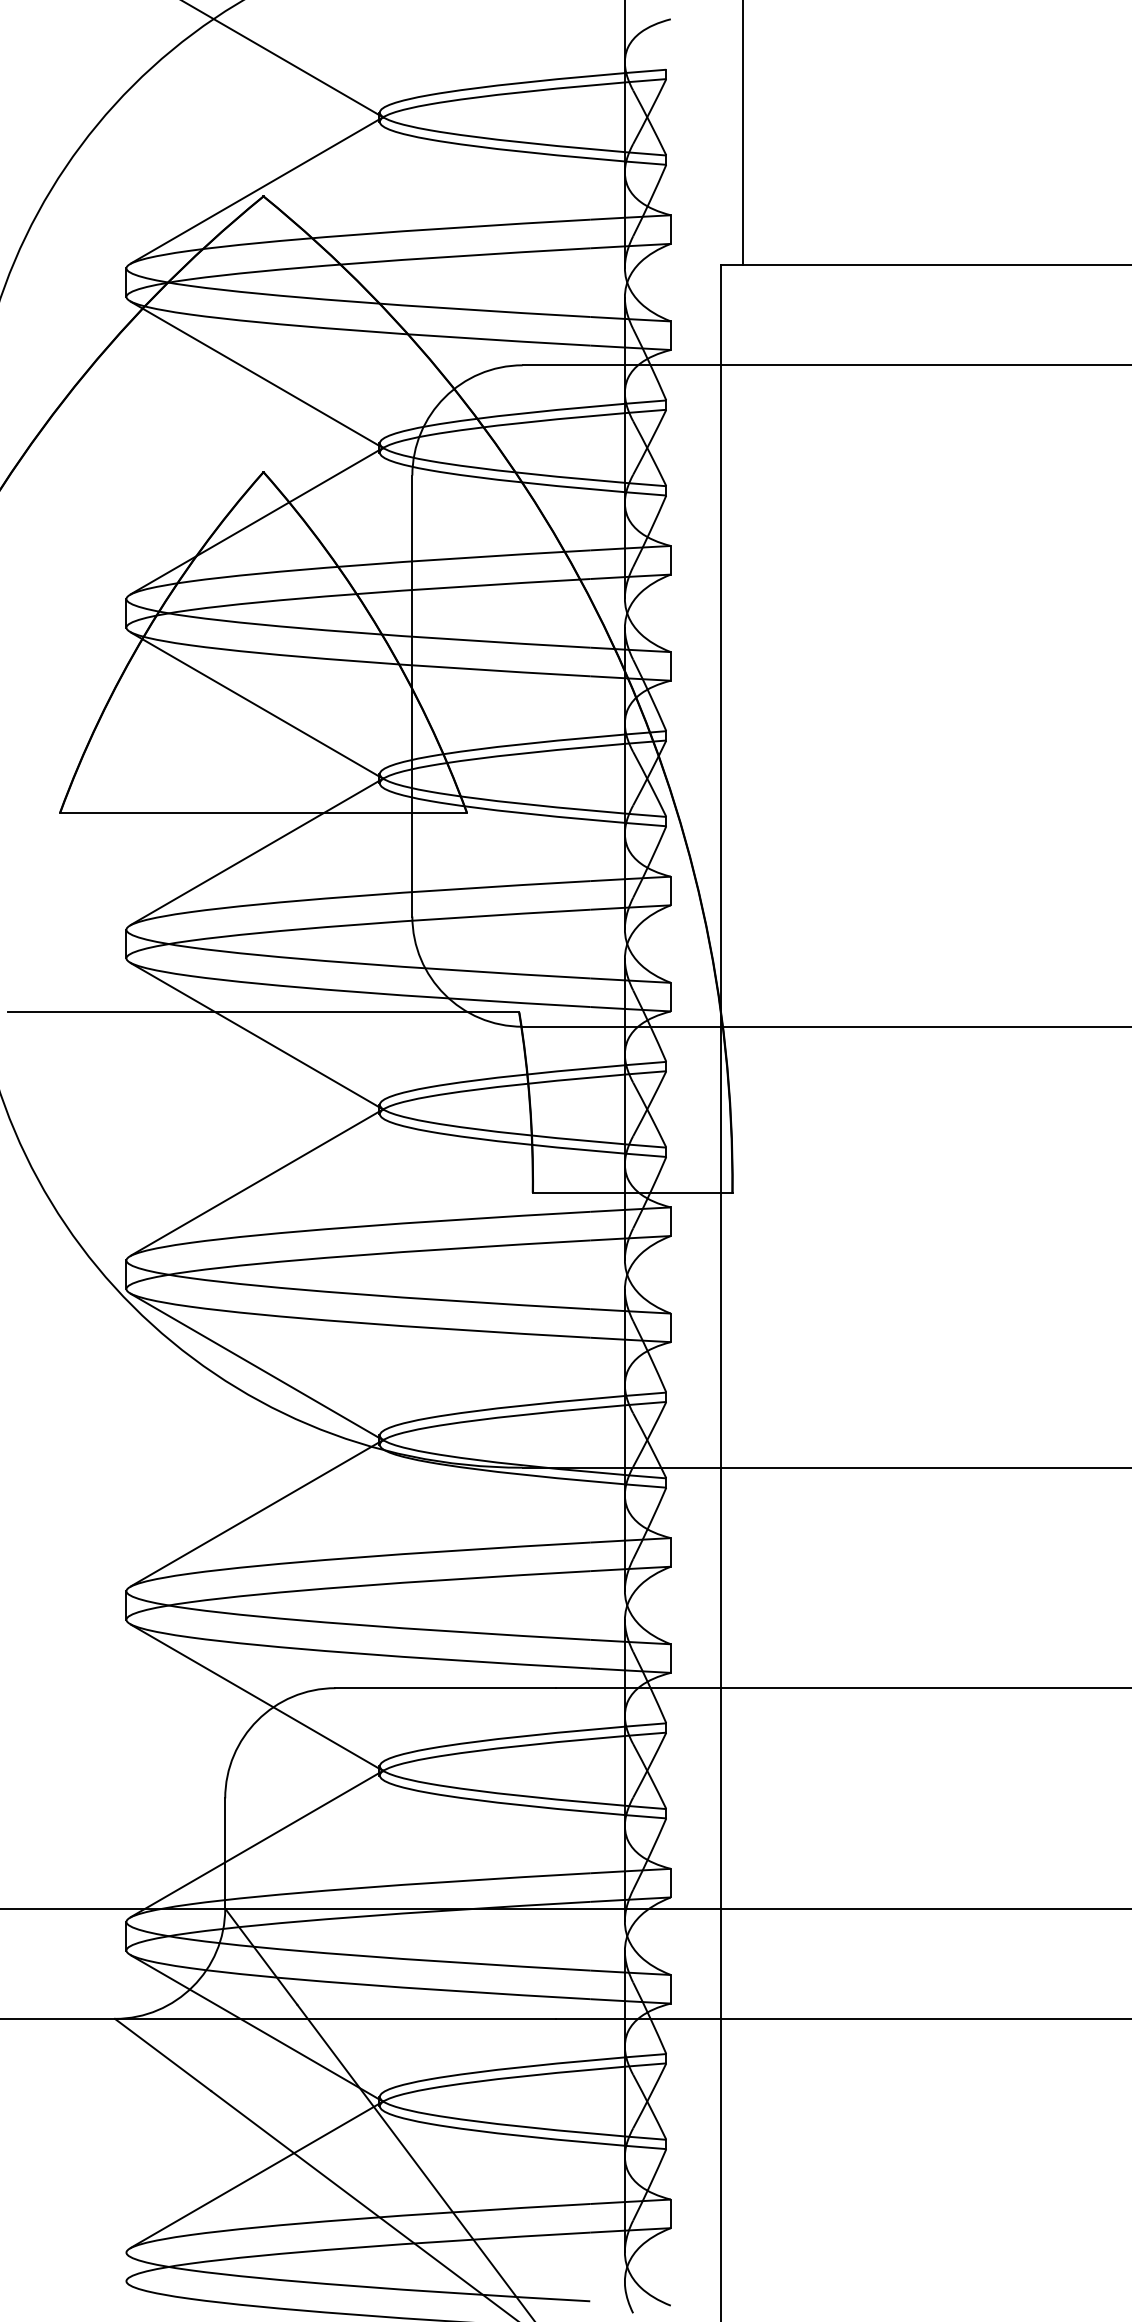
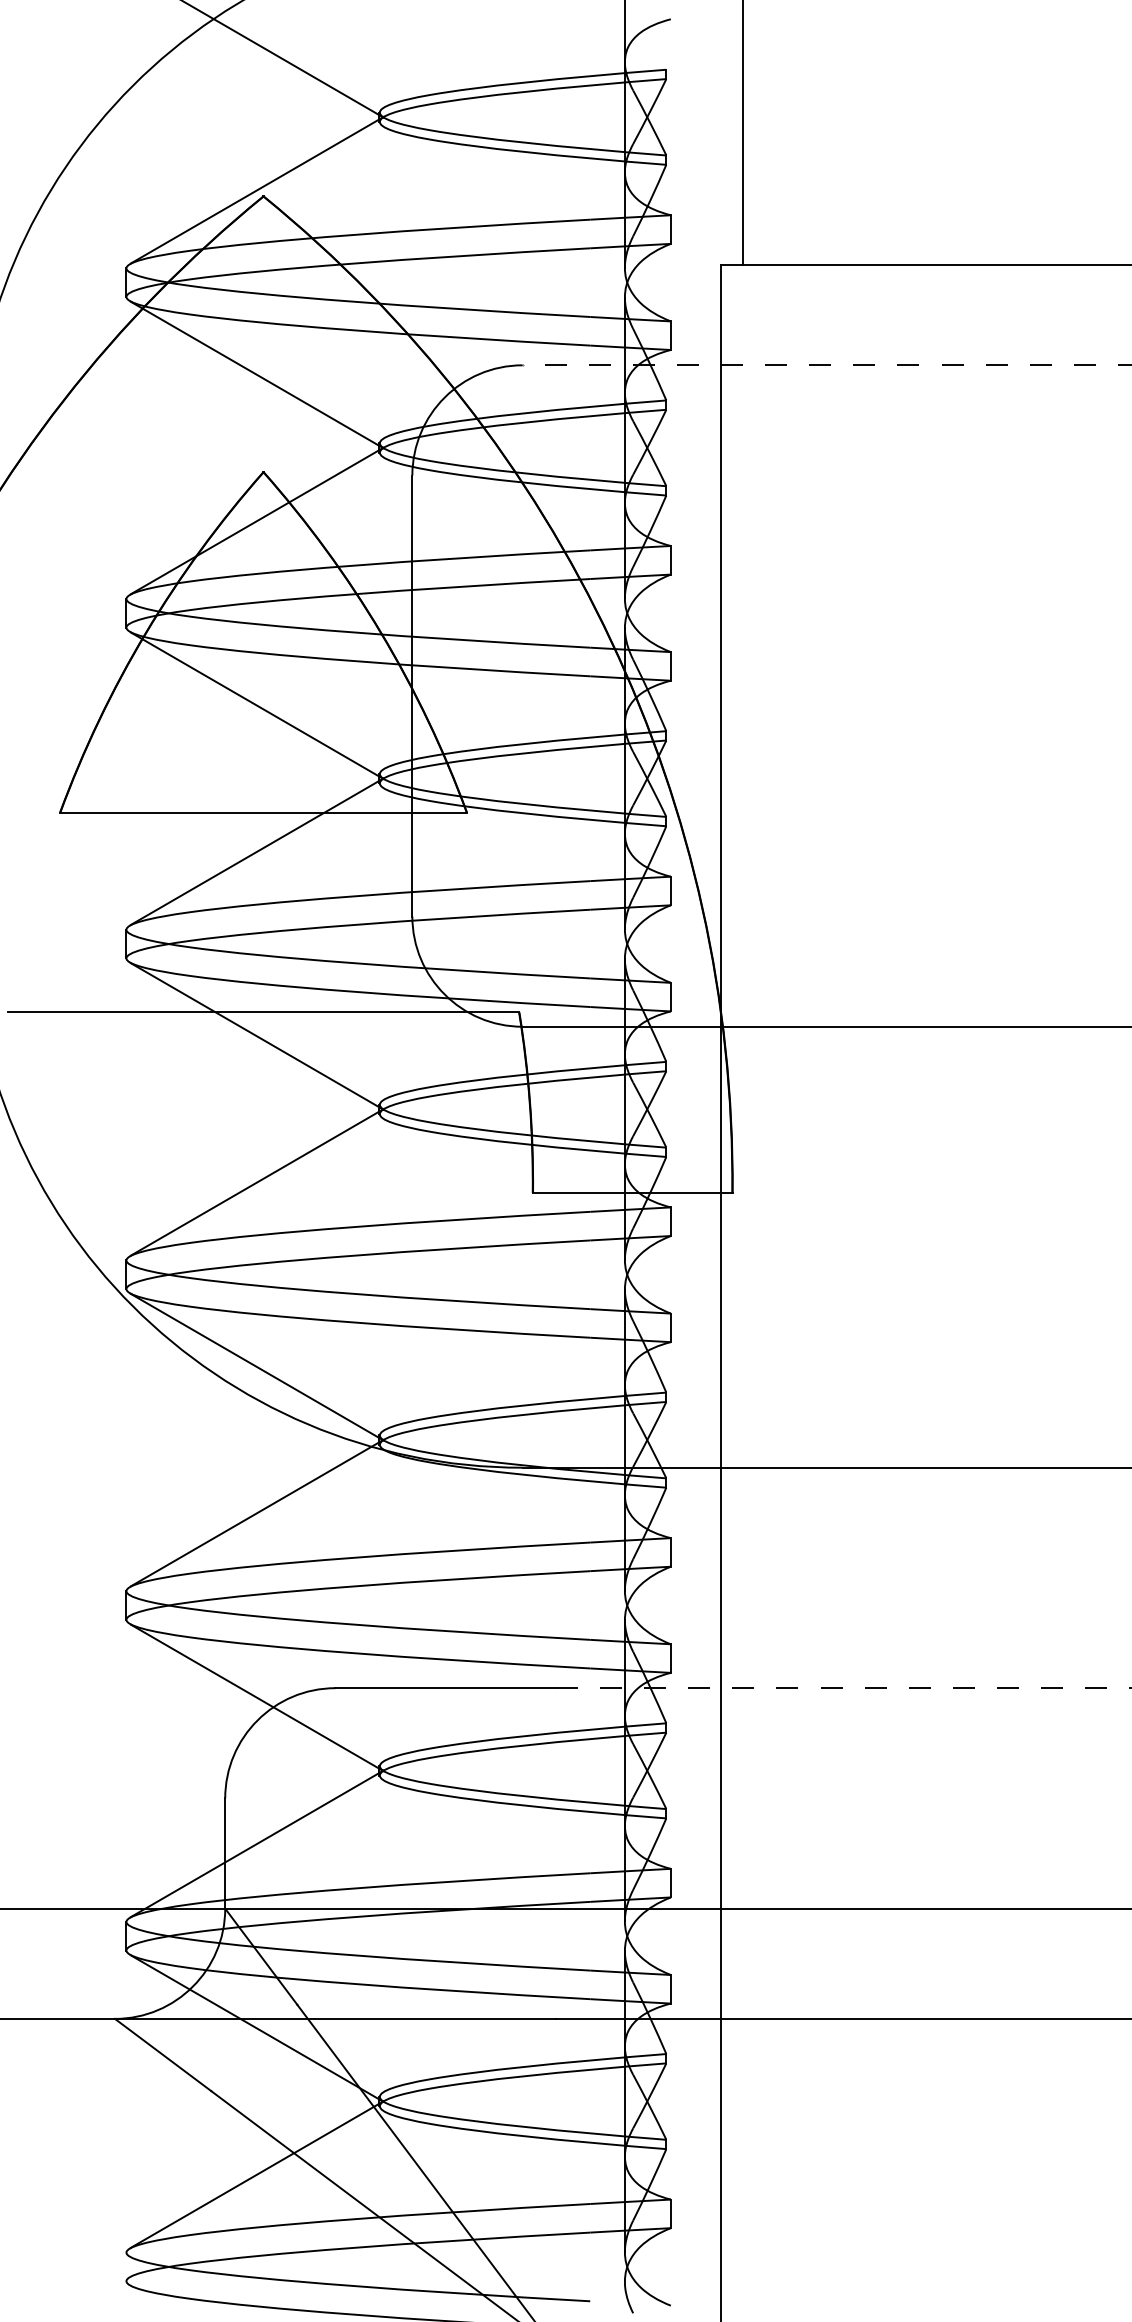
line at (826, 365): solid -> dashed
line at (843, 1688): solid -> dashed
